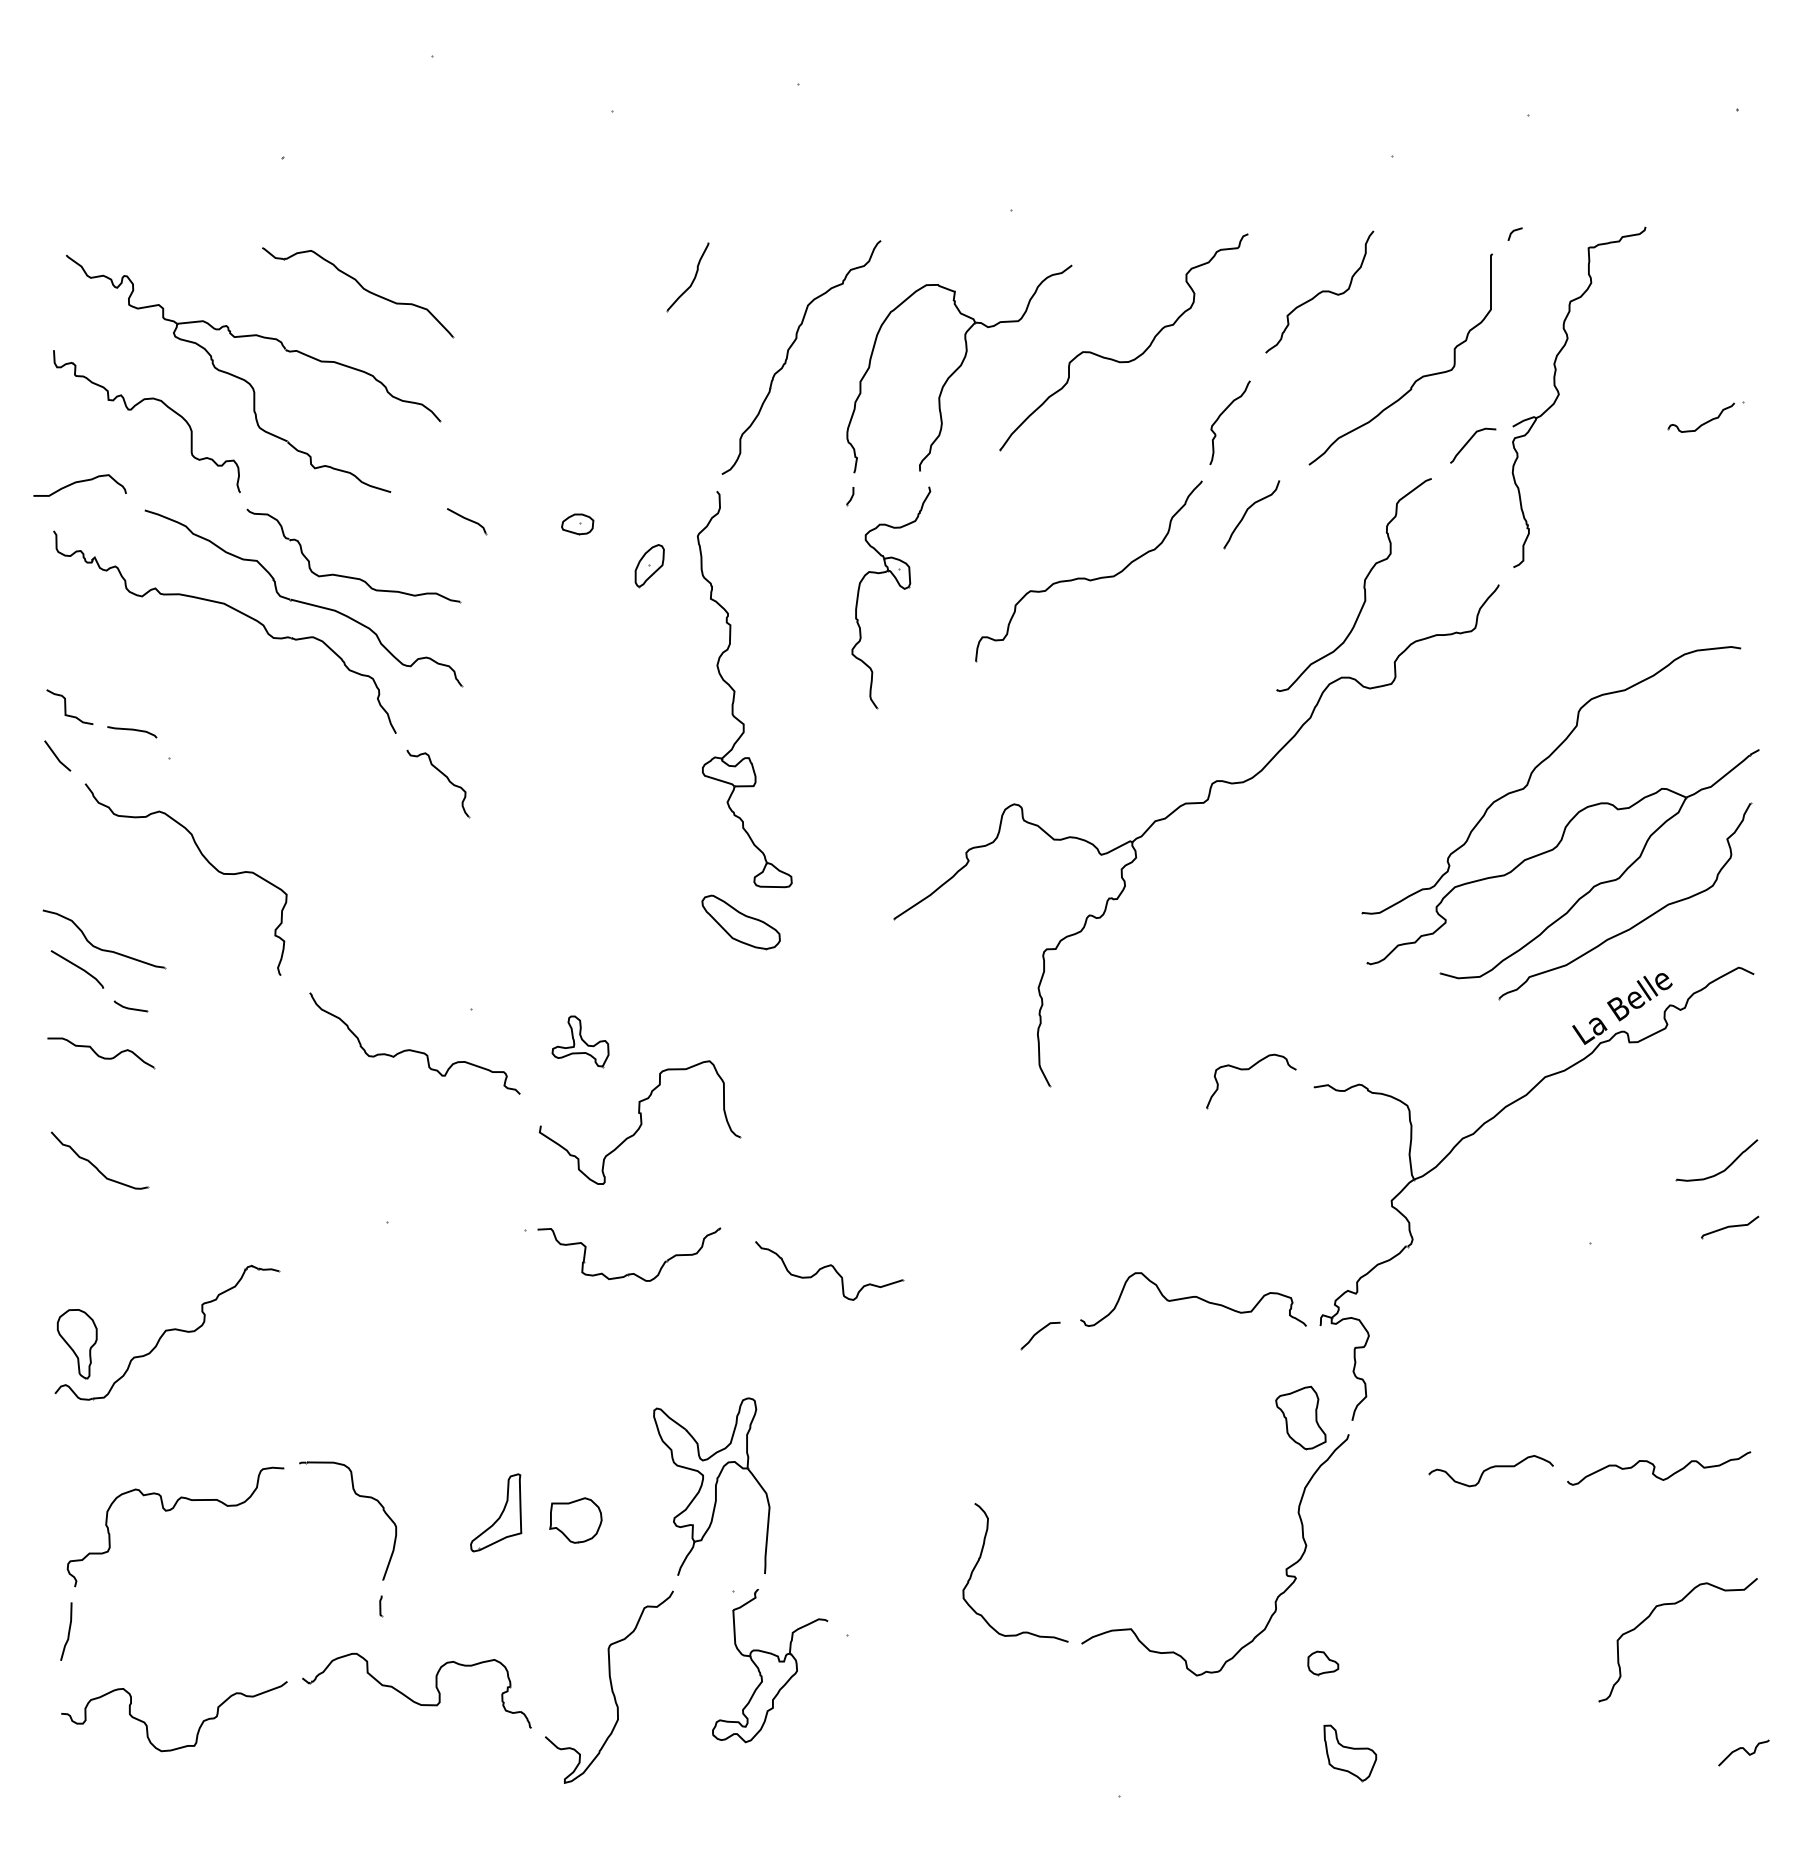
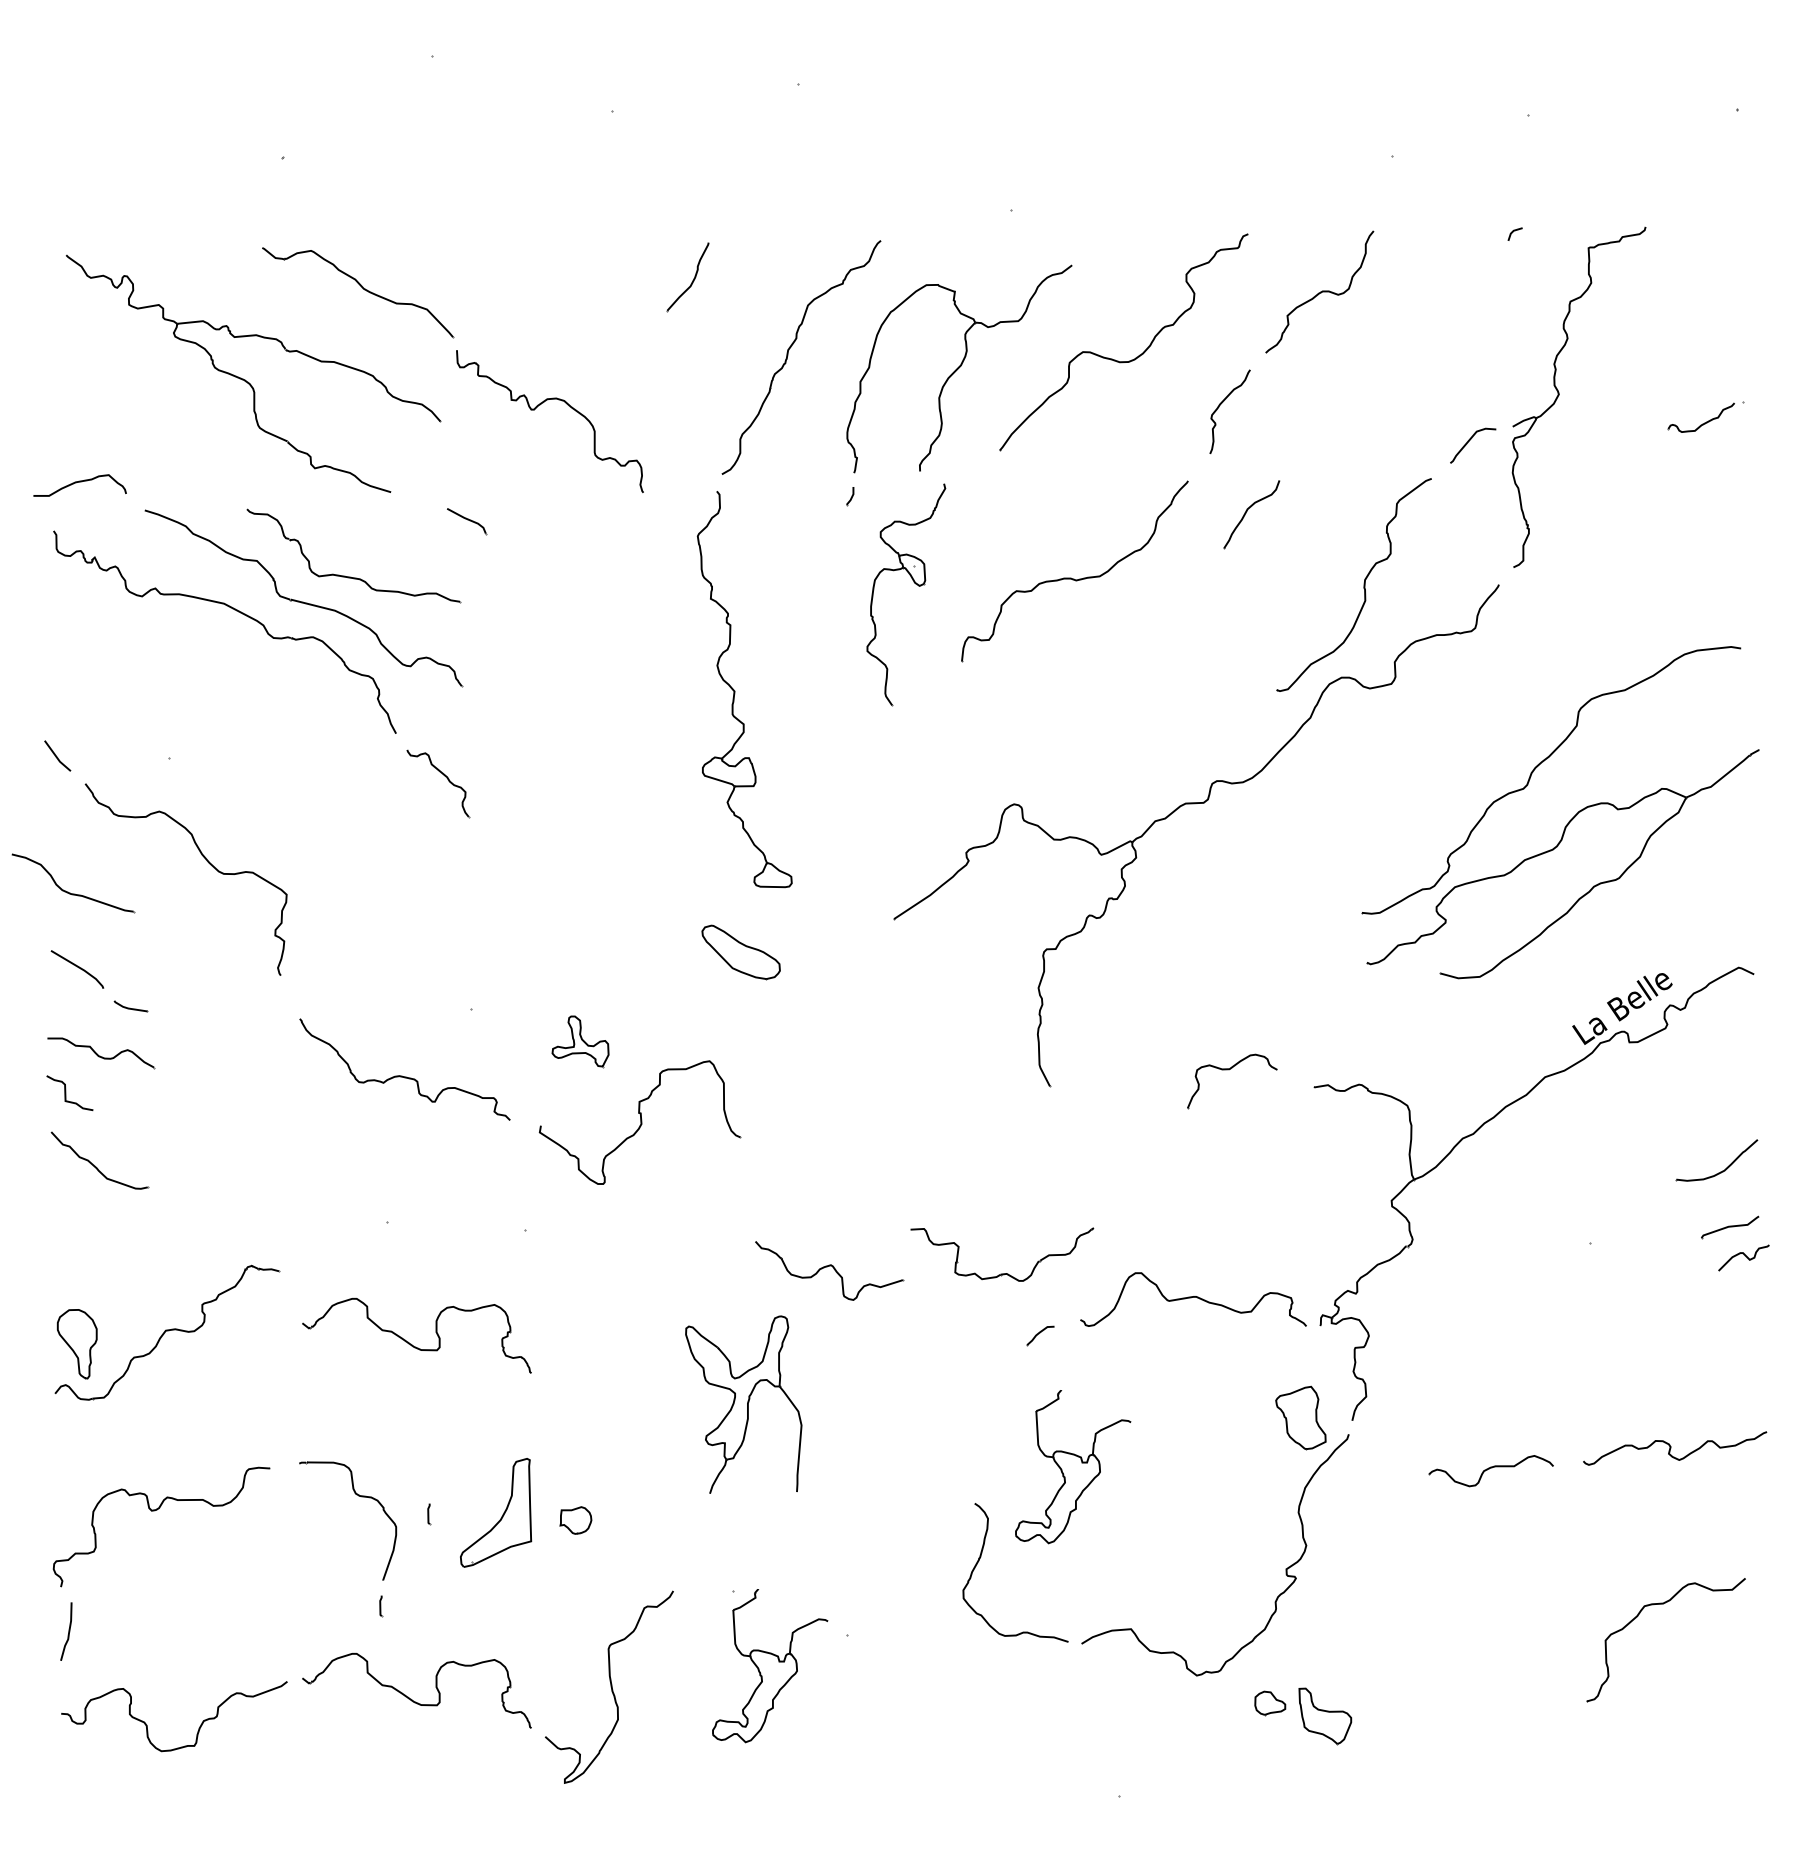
curve at (1416, 379): present -> none
part at (137, 405) position: (137, 405) -> (540, 405)
curve at (1222, 414) position: (1222, 414) -> (1222, 403)
part at (577, 524): present -> none
part at (649, 566): present -> none
part at (1085, 577) position: (1085, 577) -> (1071, 577)
part at (900, 587) position: (900, 587) -> (915, 584)
curve at (66, 706) position: (66, 706) -> (66, 1092)
curve at (132, 730): present -> none
part at (740, 922) position: (740, 922) -> (740, 952)
part at (1636, 923): present -> none
part at (99, 947) position: (99, 947) -> (68, 891)
curve at (412, 1049) position: (412, 1049) -> (402, 1075)
part at (1248, 1070) position: (1248, 1070) -> (1229, 1070)
part at (629, 1273) position: (629, 1273) -> (1002, 1273)
part at (1040, 1335) size: 41x30 px -> 29x22 px
part at (412, 1344): none -> present
part at (1073, 1467): none -> present
curve at (1655, 1468) position: (1655, 1468) -> (1671, 1448)
part at (711, 1486) position: (711, 1486) -> (743, 1404)
curve at (171, 1510) position: (171, 1510) -> (157, 1510)
part at (496, 1512) size: 53x80 px -> 73x110 px
part at (429, 1514): none -> present
part at (575, 1520) size: 54x47 px -> 34x29 px
part at (1675, 1604) position: (1675, 1604) -> (1663, 1604)
part at (1323, 1663) position: (1323, 1663) -> (1270, 1703)
curve at (1744, 1750) position: (1744, 1750) -> (1744, 1255)
part at (1350, 1753) position: (1350, 1753) -> (1325, 1716)
